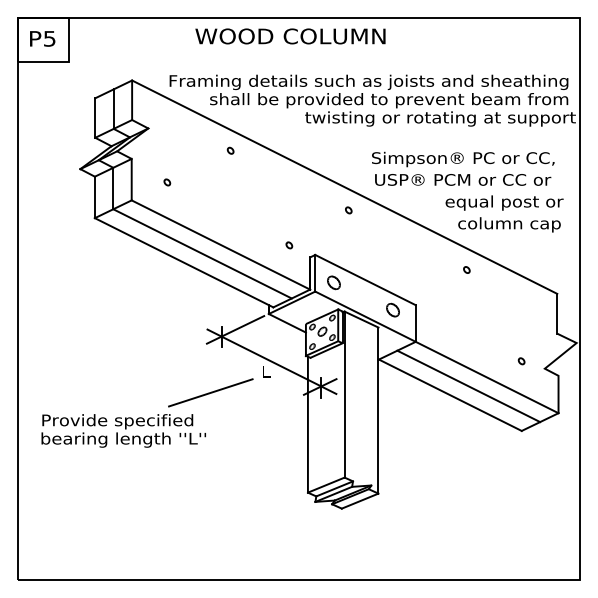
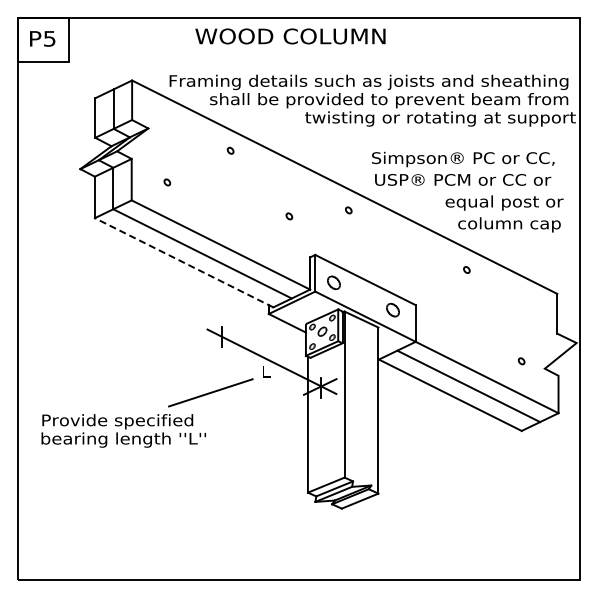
part at (289, 245) position: (289, 245) -> (289, 216)
line at (184, 262): solid -> dashed
line at (235, 329): present -> none
